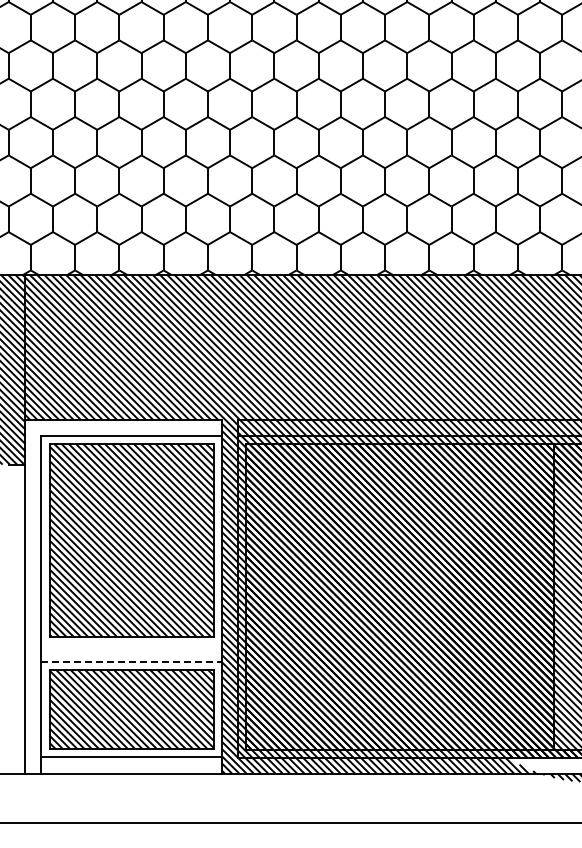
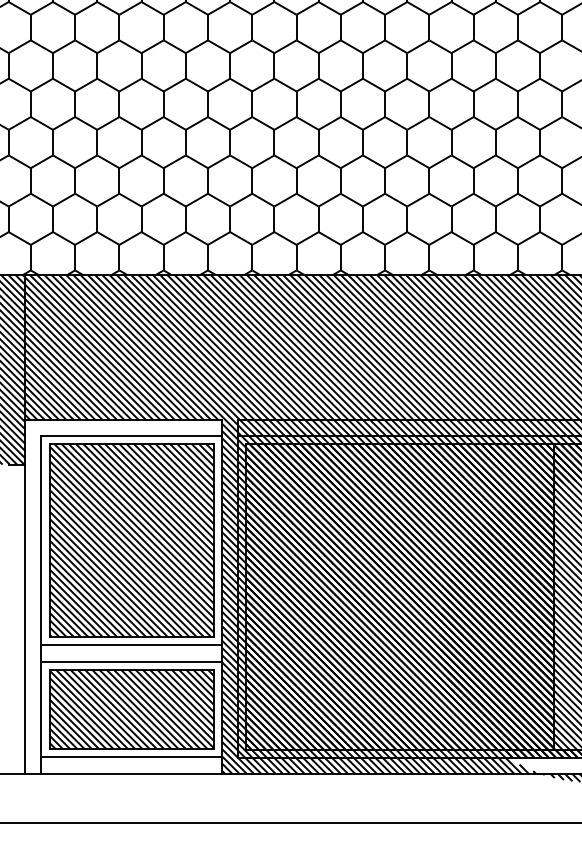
line at (131, 645): none -> present
line at (132, 661): dashed -> solid
